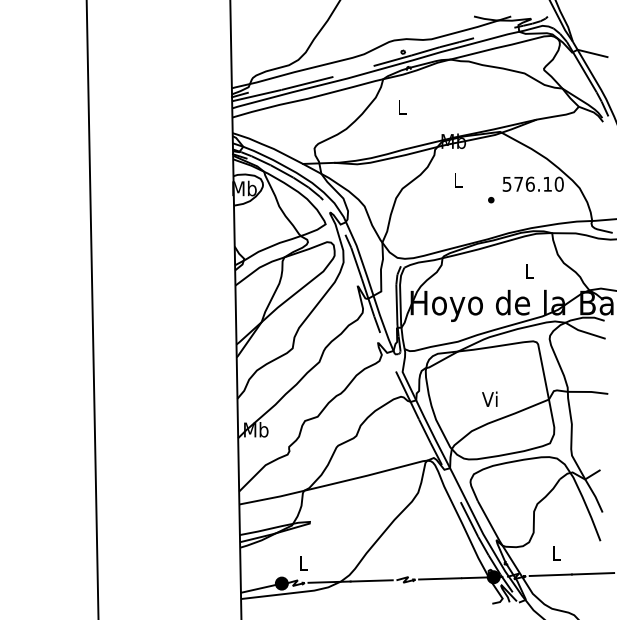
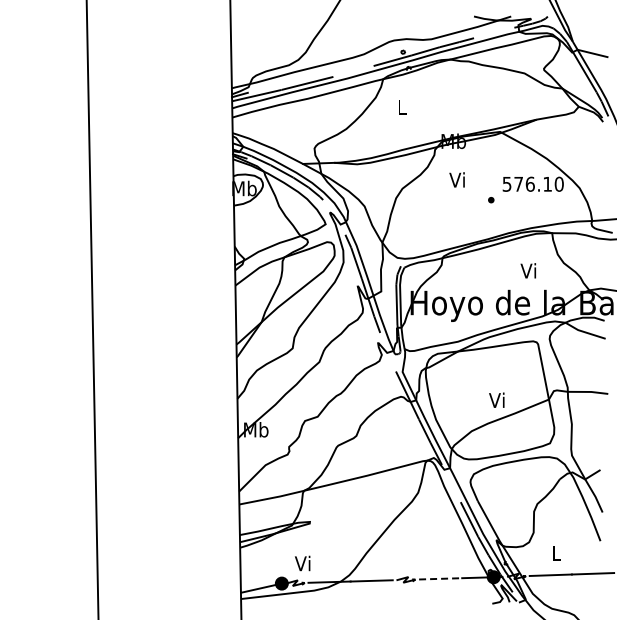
text at (456, 179): L -> Vi
text at (528, 270): L -> Vi
text at (489, 398) position: (489, 398) -> (496, 399)
text at (302, 563): L -> Vi
line at (440, 578): solid -> dashed
